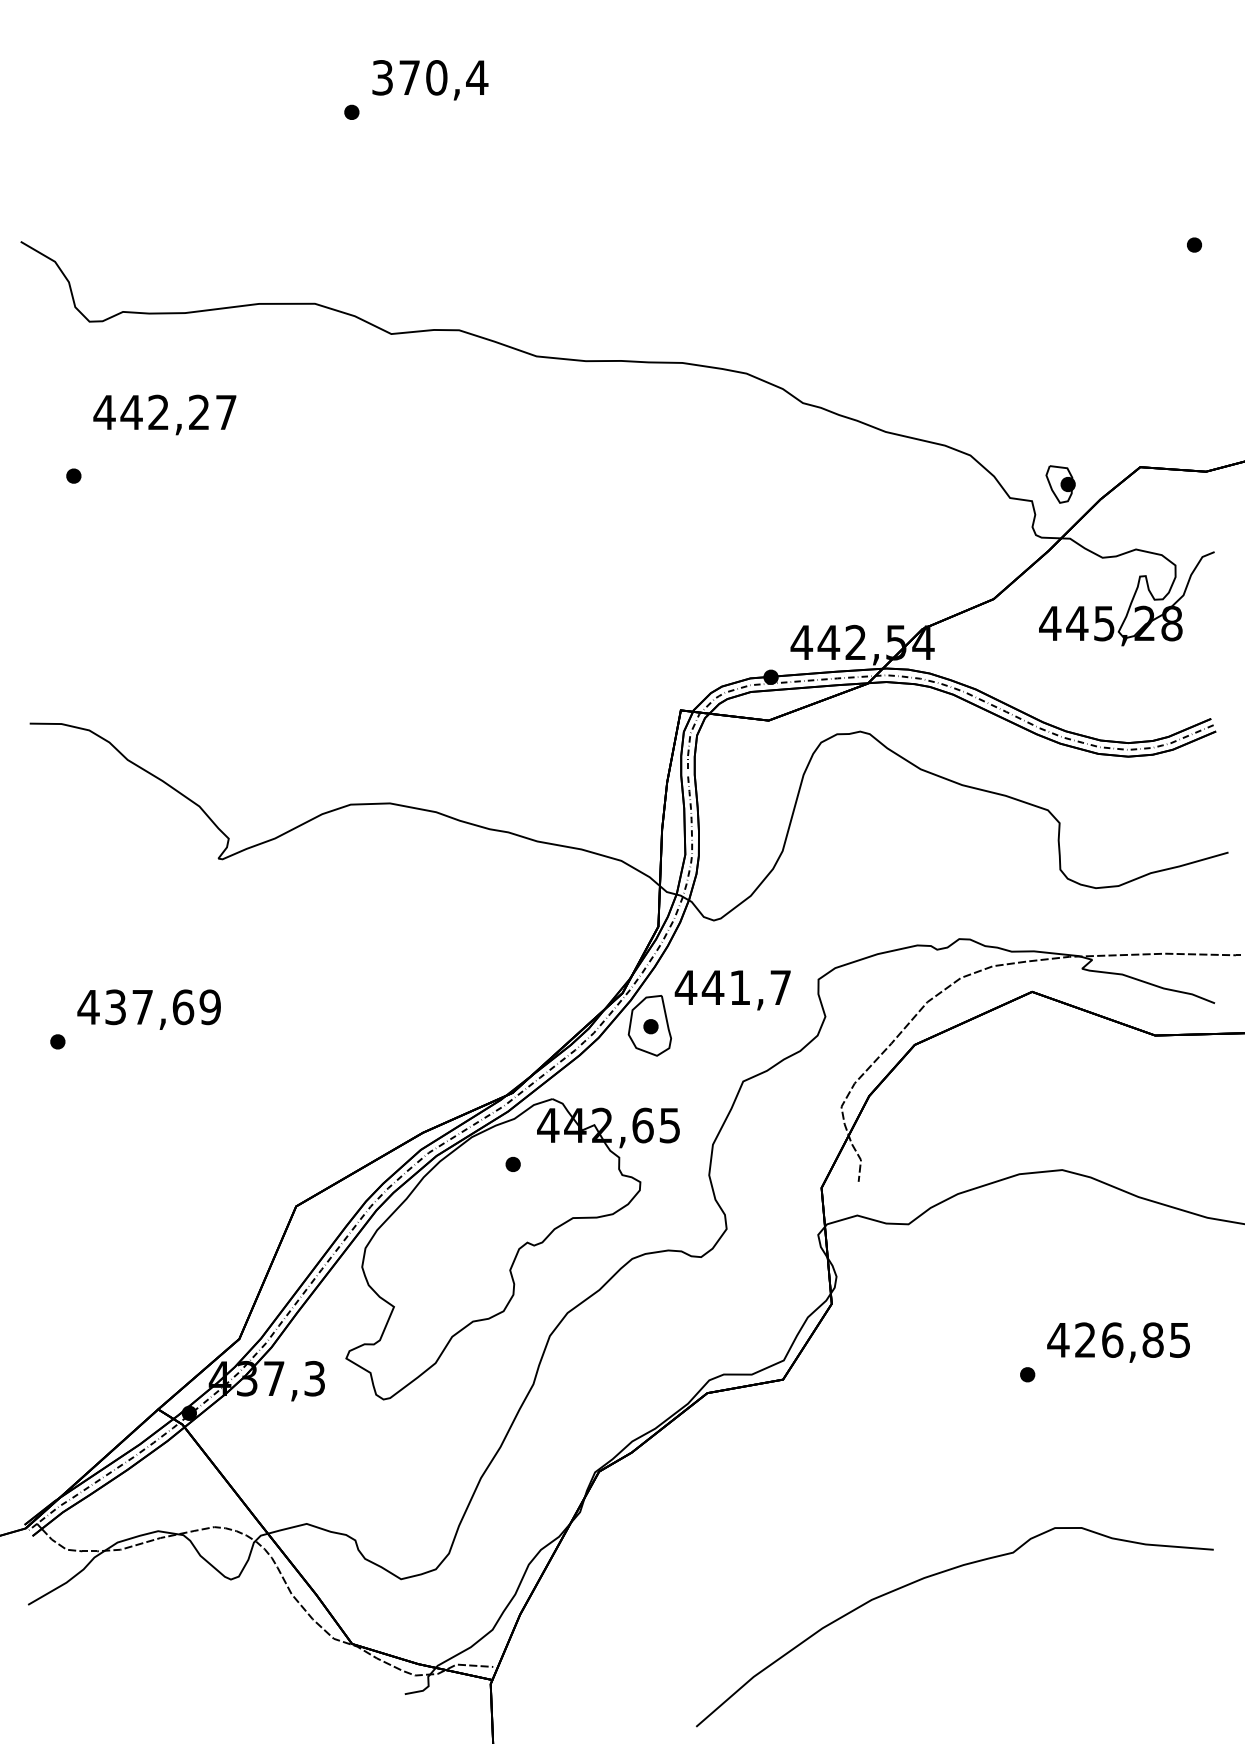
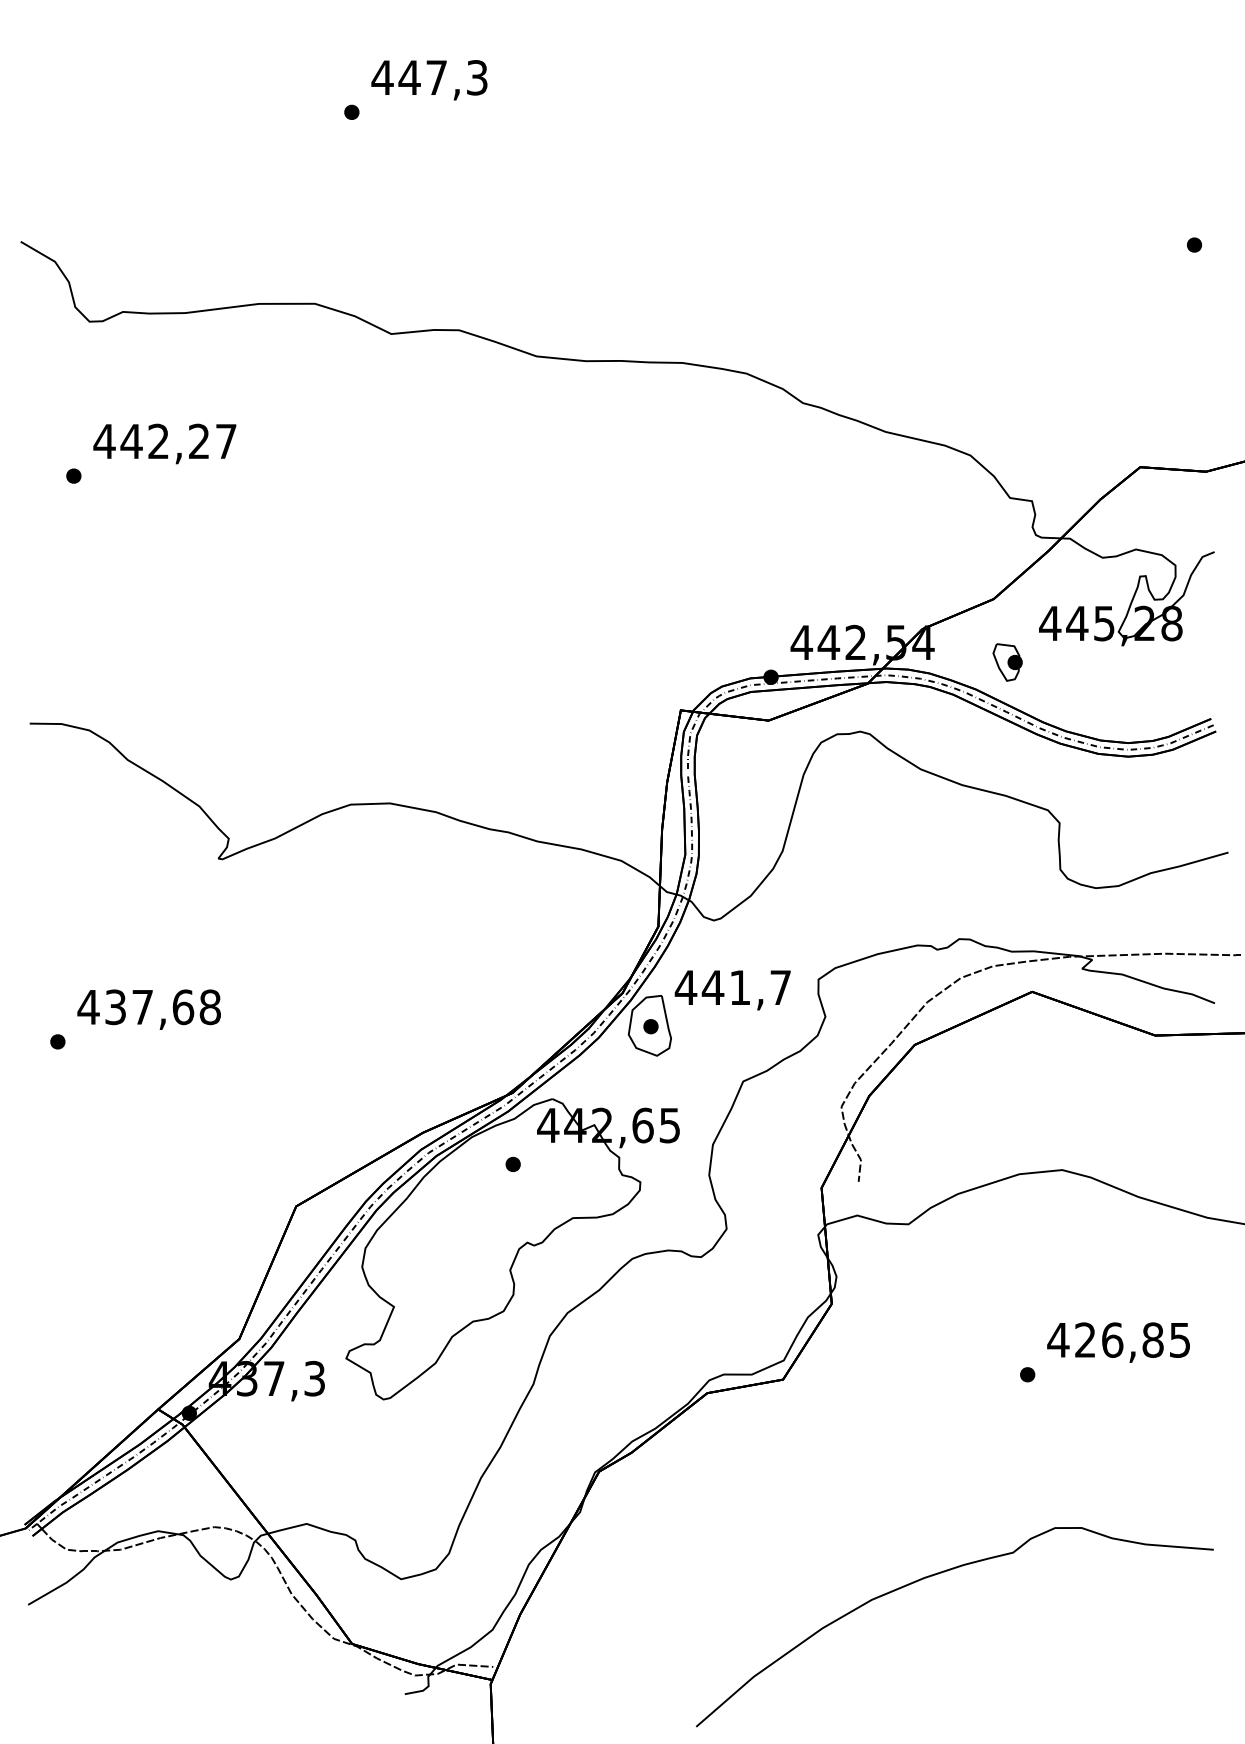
text at (429, 77): 370,4 -> 447,3
text at (164, 414) position: (164, 414) -> (164, 443)
part at (1060, 484) position: (1060, 484) -> (1007, 662)
text at (209, 1007): 437,69 -> 437,68
